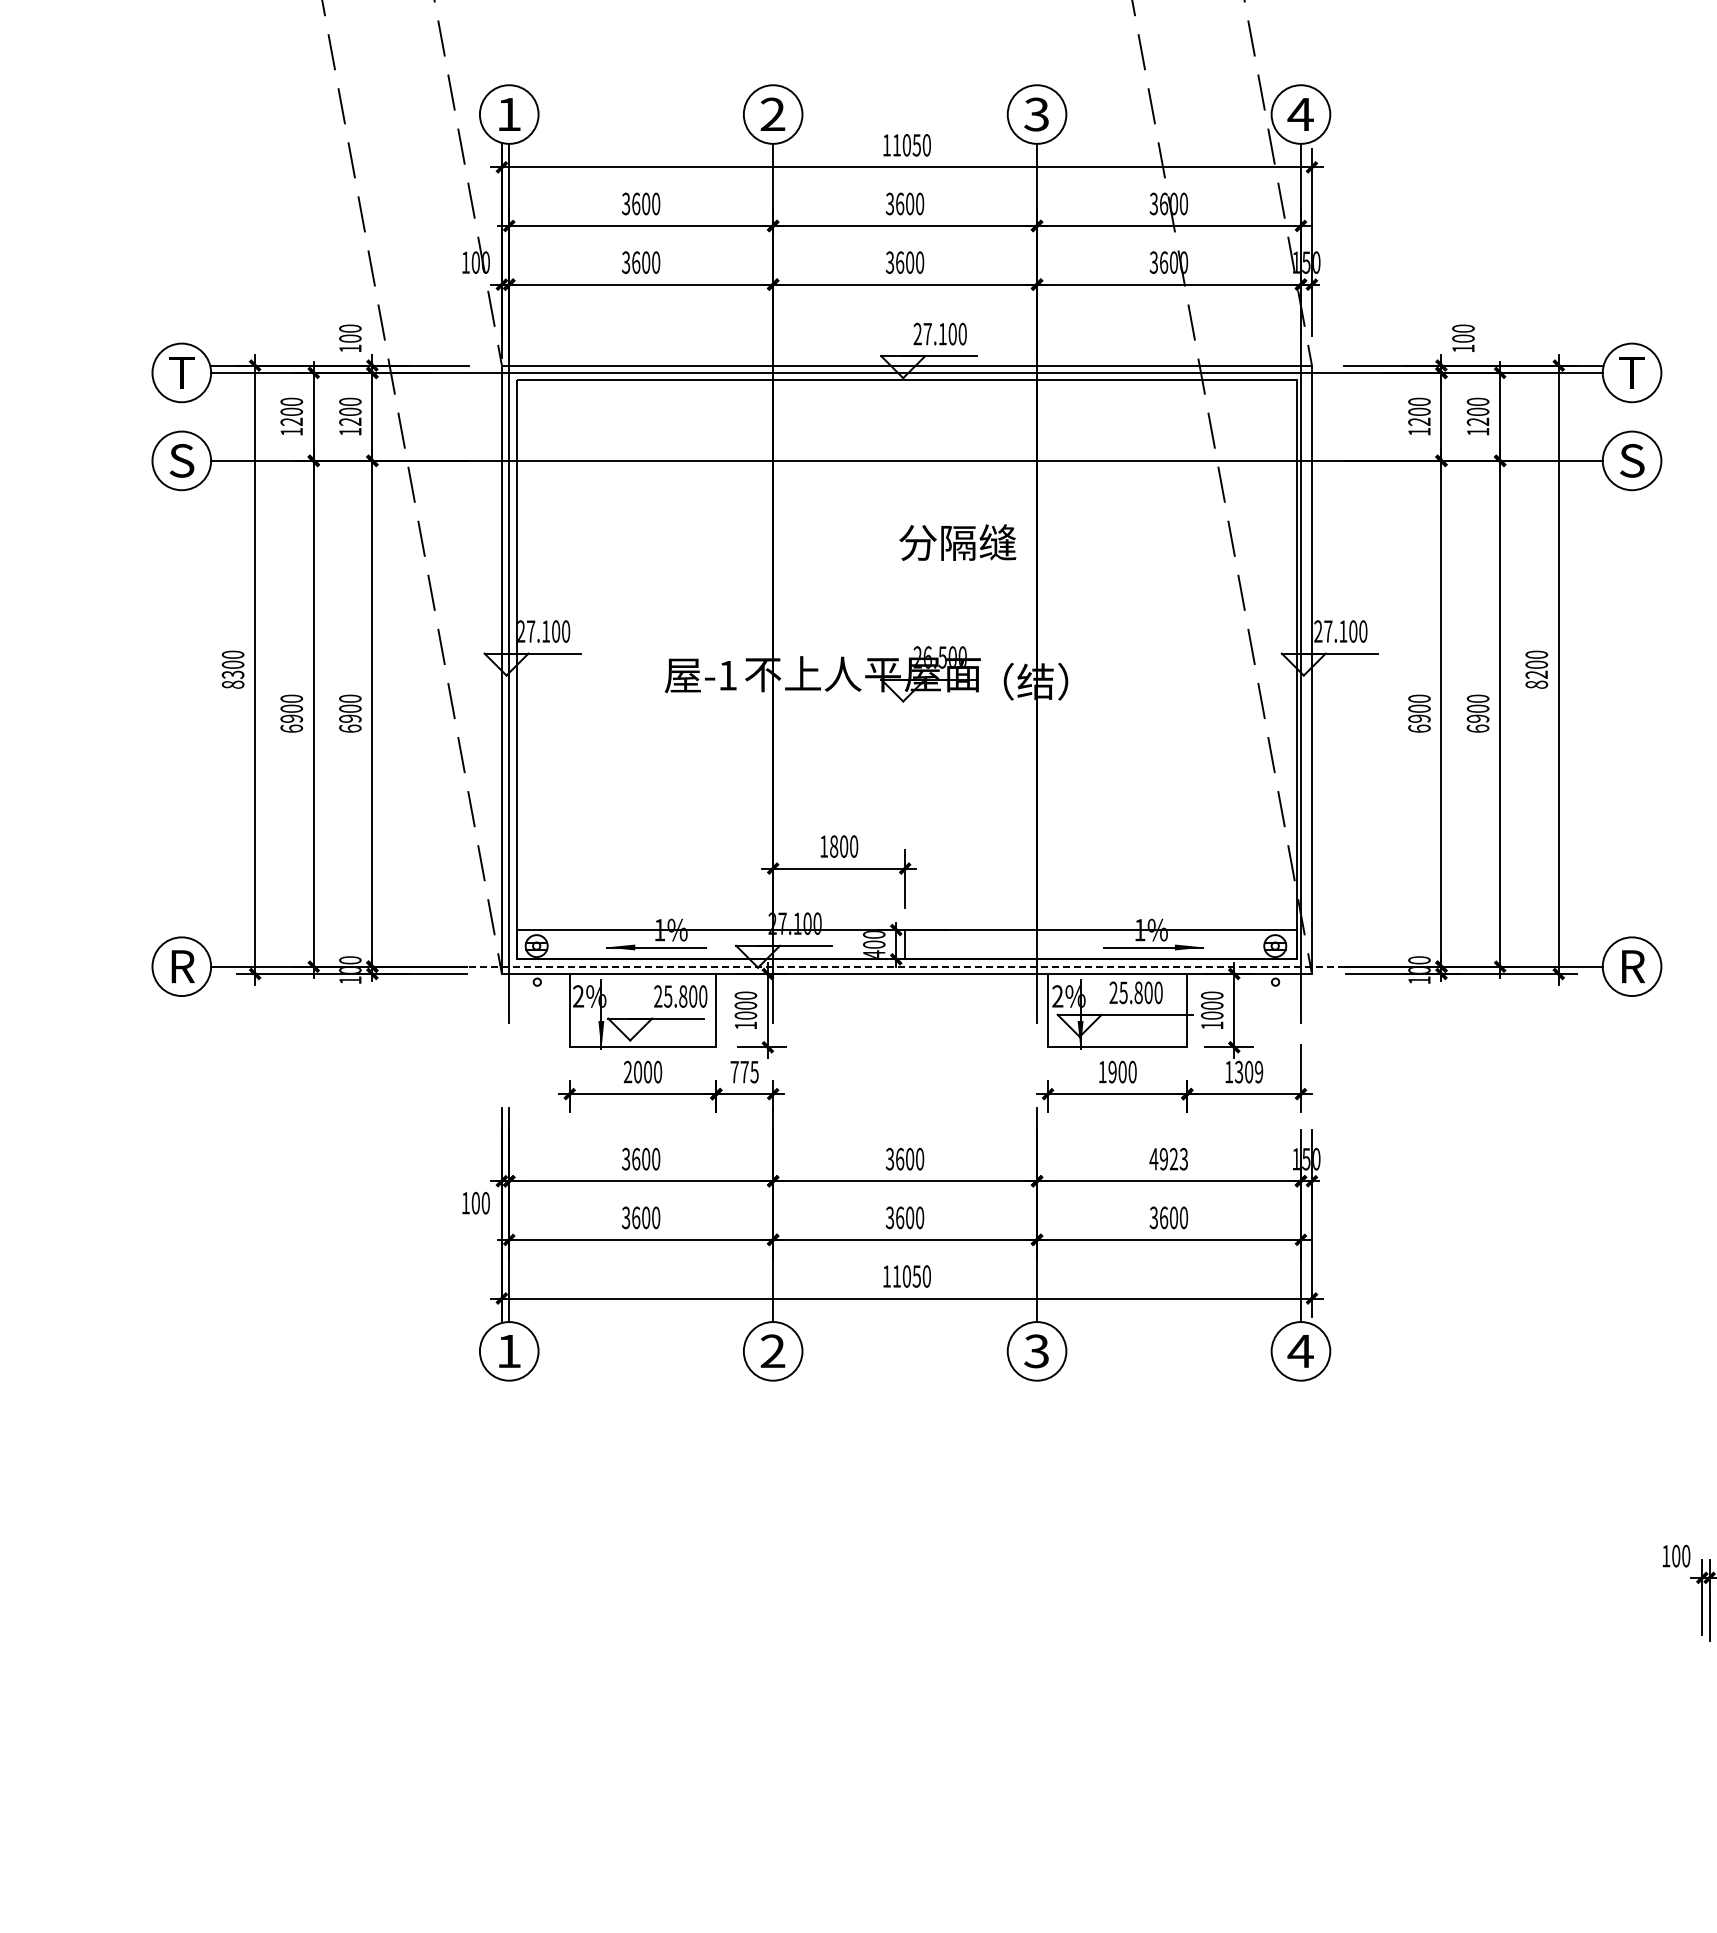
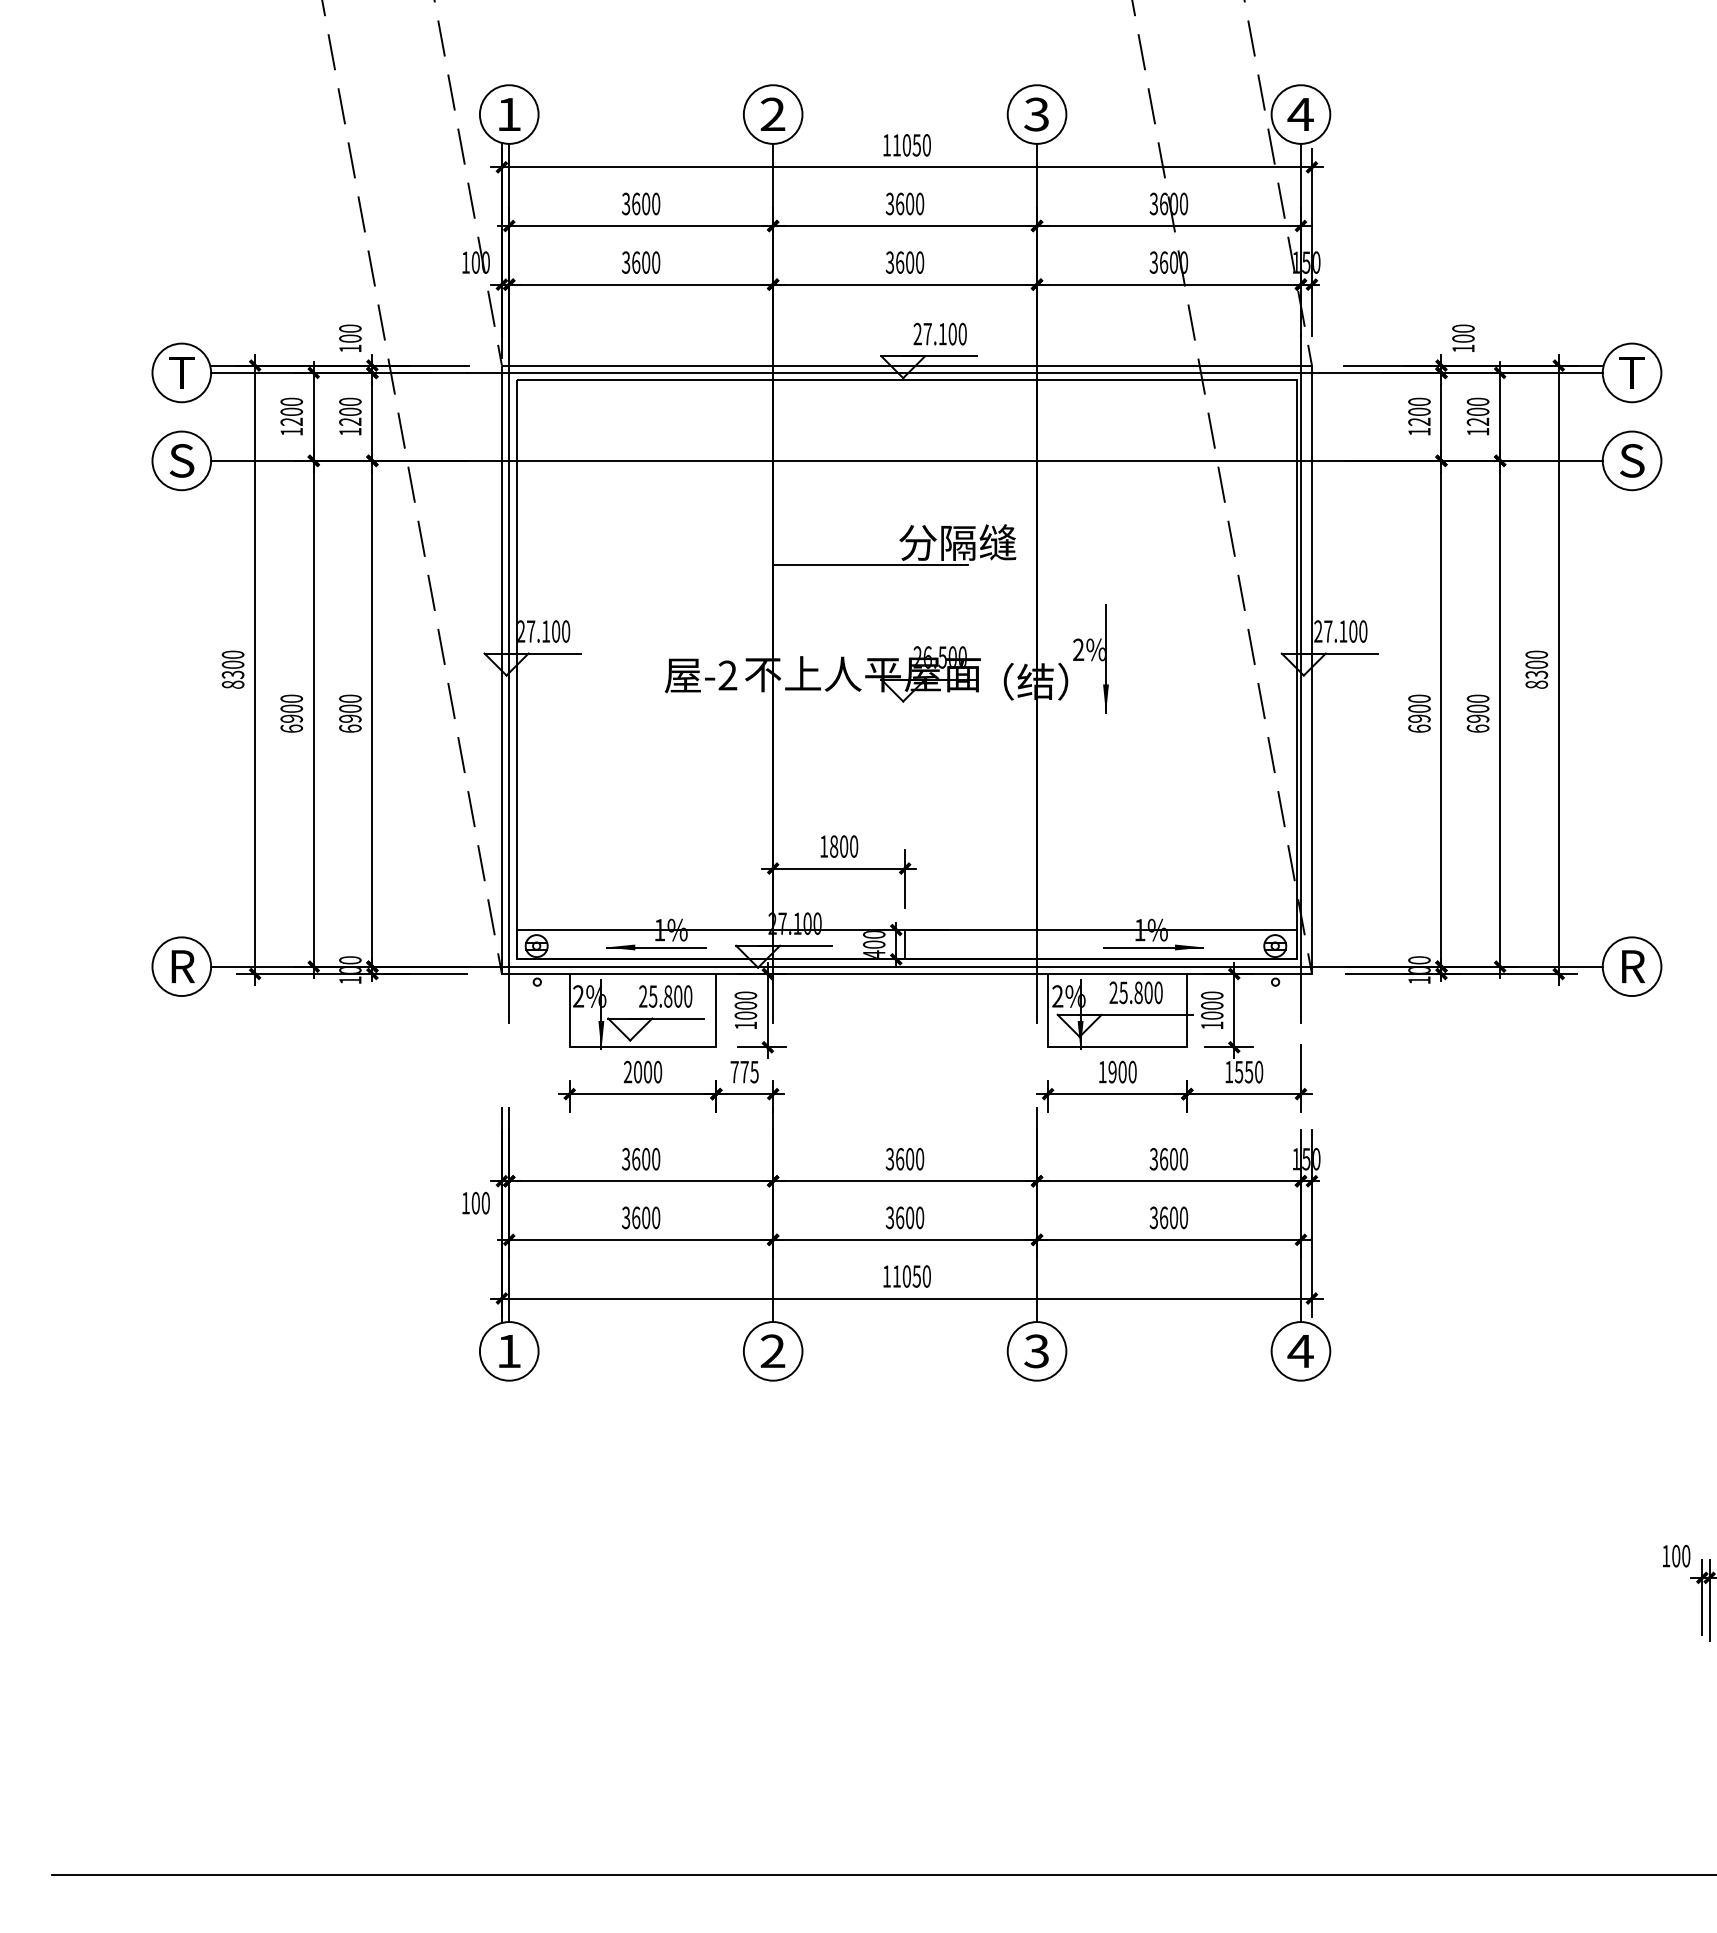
line at (870, 565): none -> present
part at (1090, 658): none -> present
text at (1537, 674): 8200 -> 8300
text at (727, 675): -1 -> -2
line at (906, 966): dashed -> solid
text at (680, 996) position: (680, 996) -> (665, 996)
text at (1249, 1071): 1309 -> 1550
text at (1168, 1158): 4923 -> 3600
line at (882, 1875): none -> present
